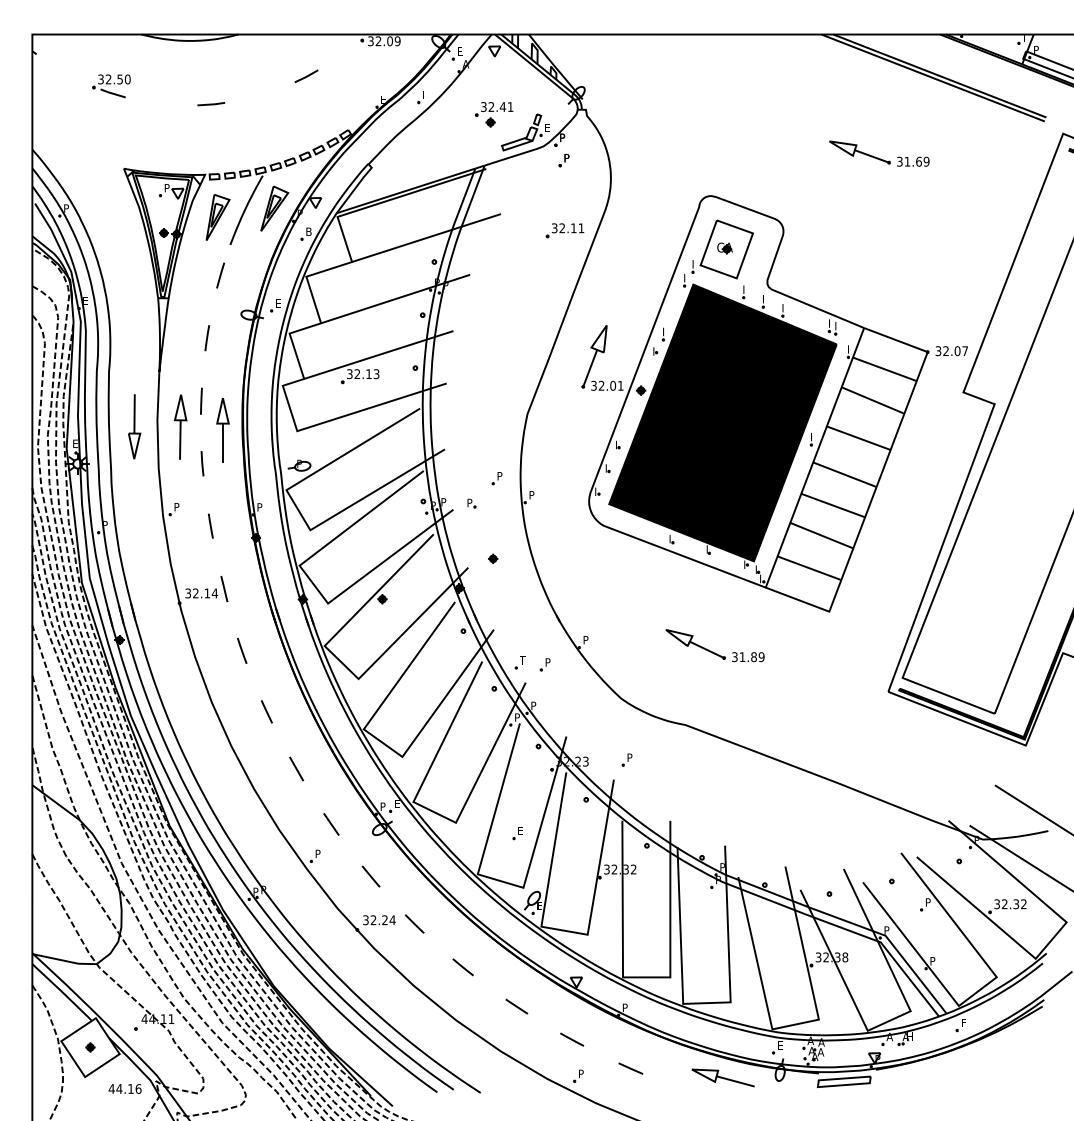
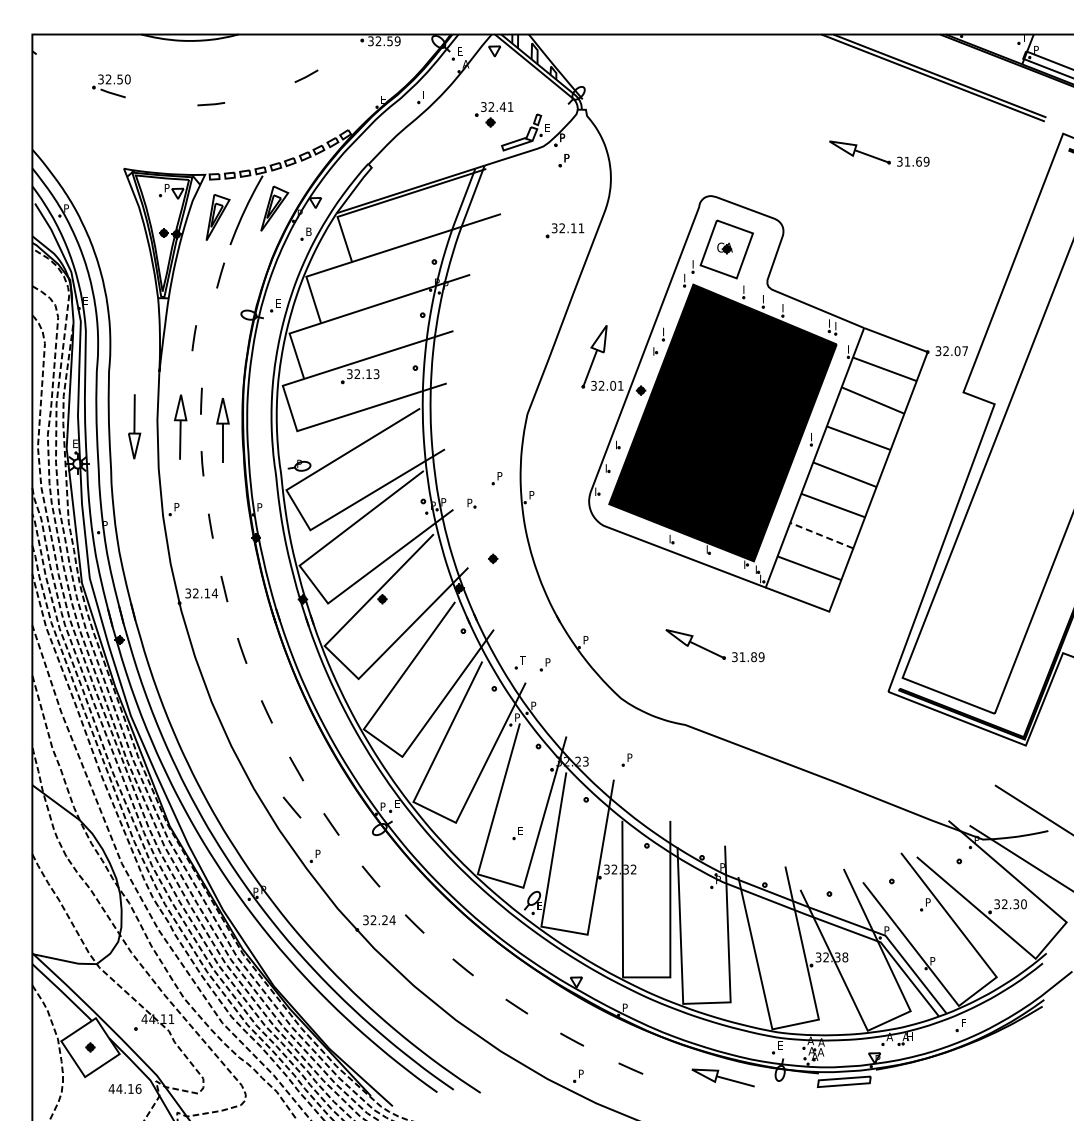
text at (390, 41): 32.09 -> 32.59
line at (206, 338) position: (206, 338) -> (193, 338)
line at (821, 535): solid -> dashed
line at (291, 807): none -> present
text at (1023, 904): 32.32 -> 32.30
